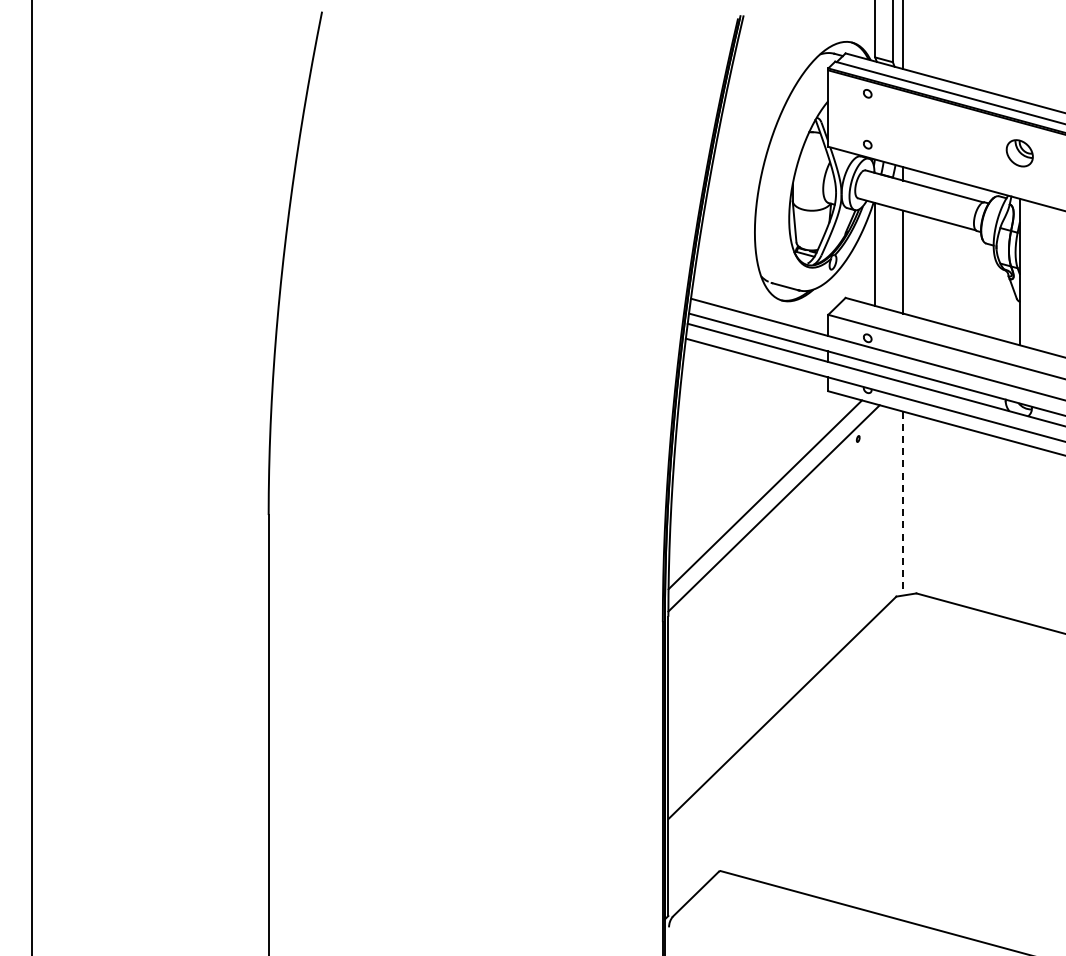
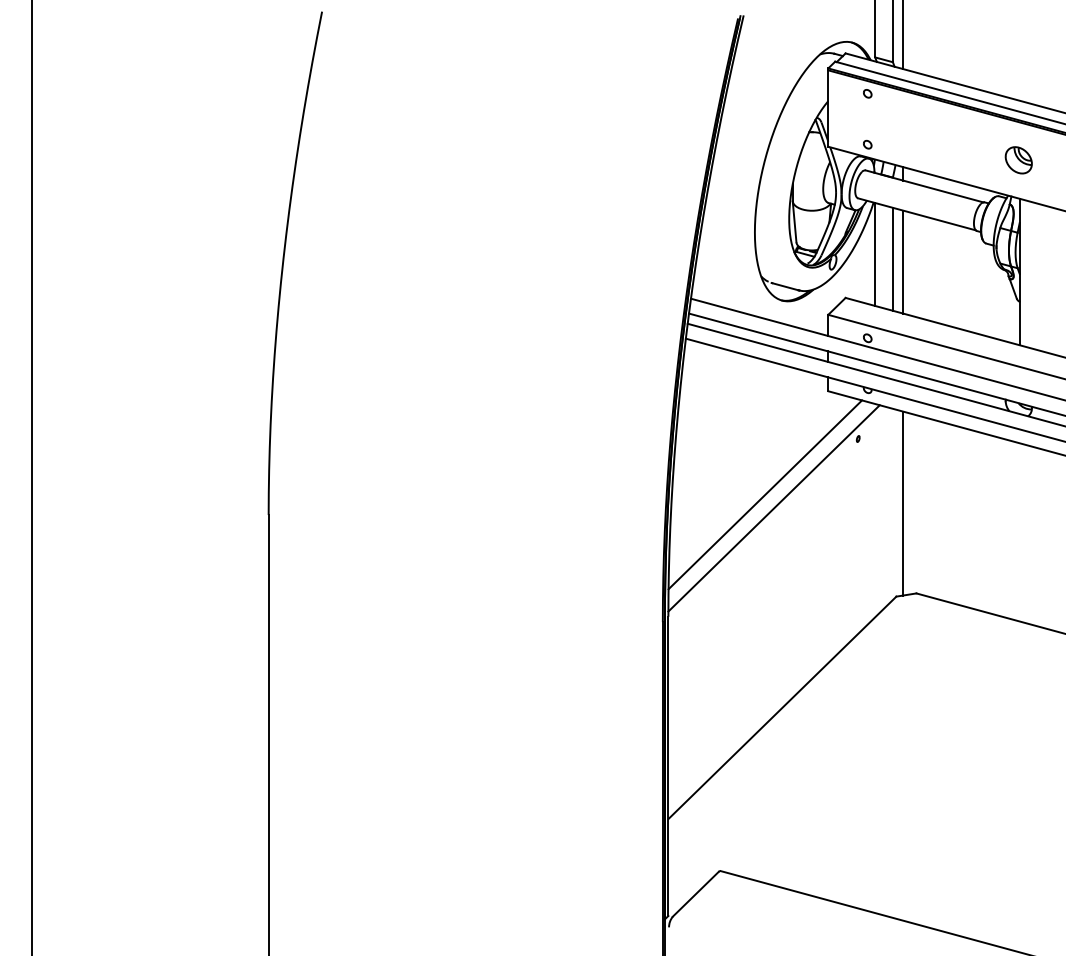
part at (1019, 153) position: (1019, 153) -> (1018, 160)
line at (892, 258): none -> present
line at (903, 503): dashed -> solid
